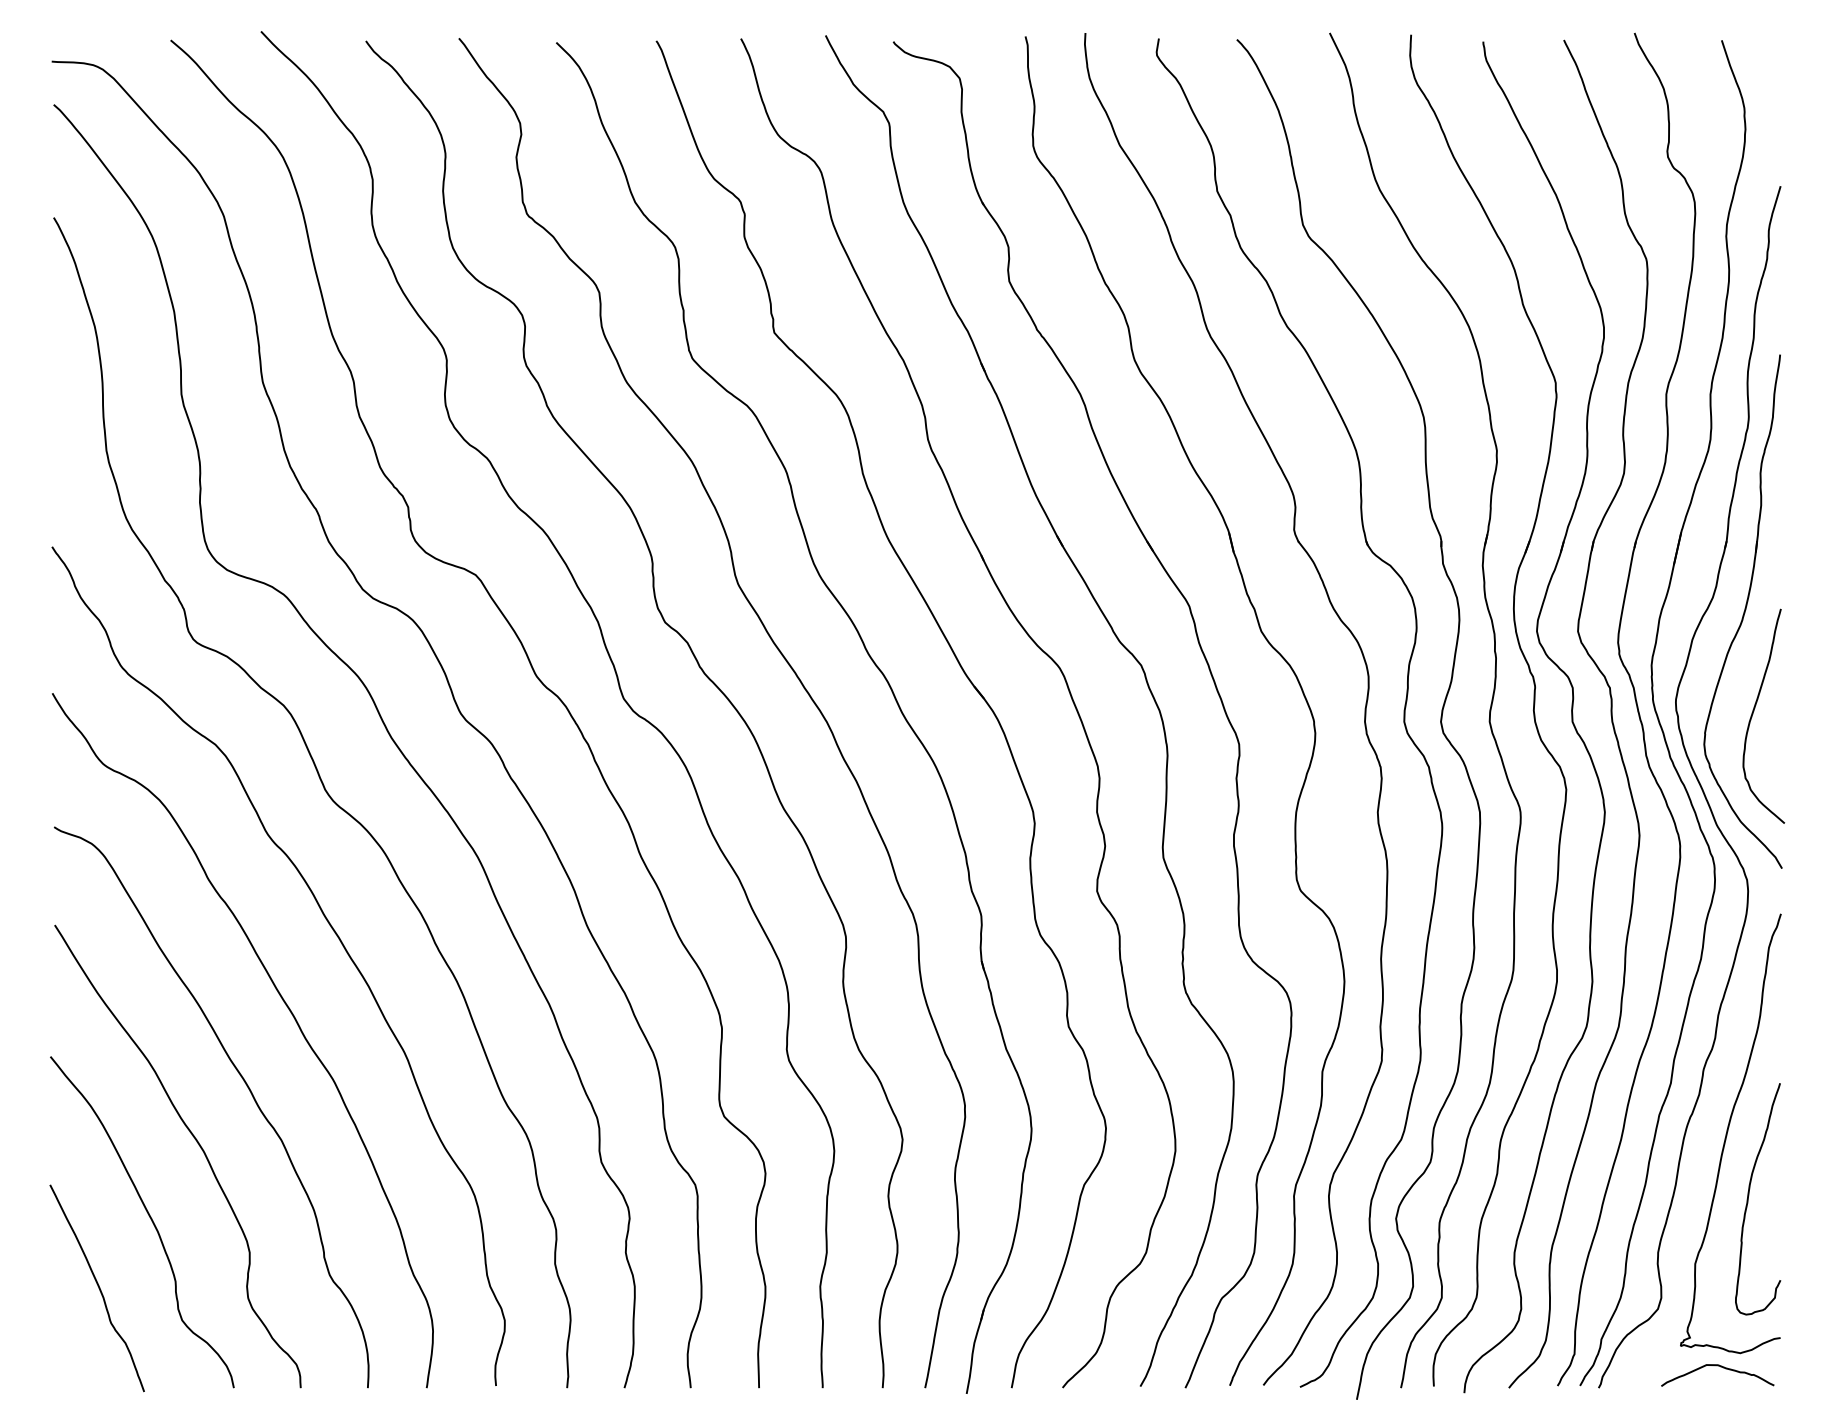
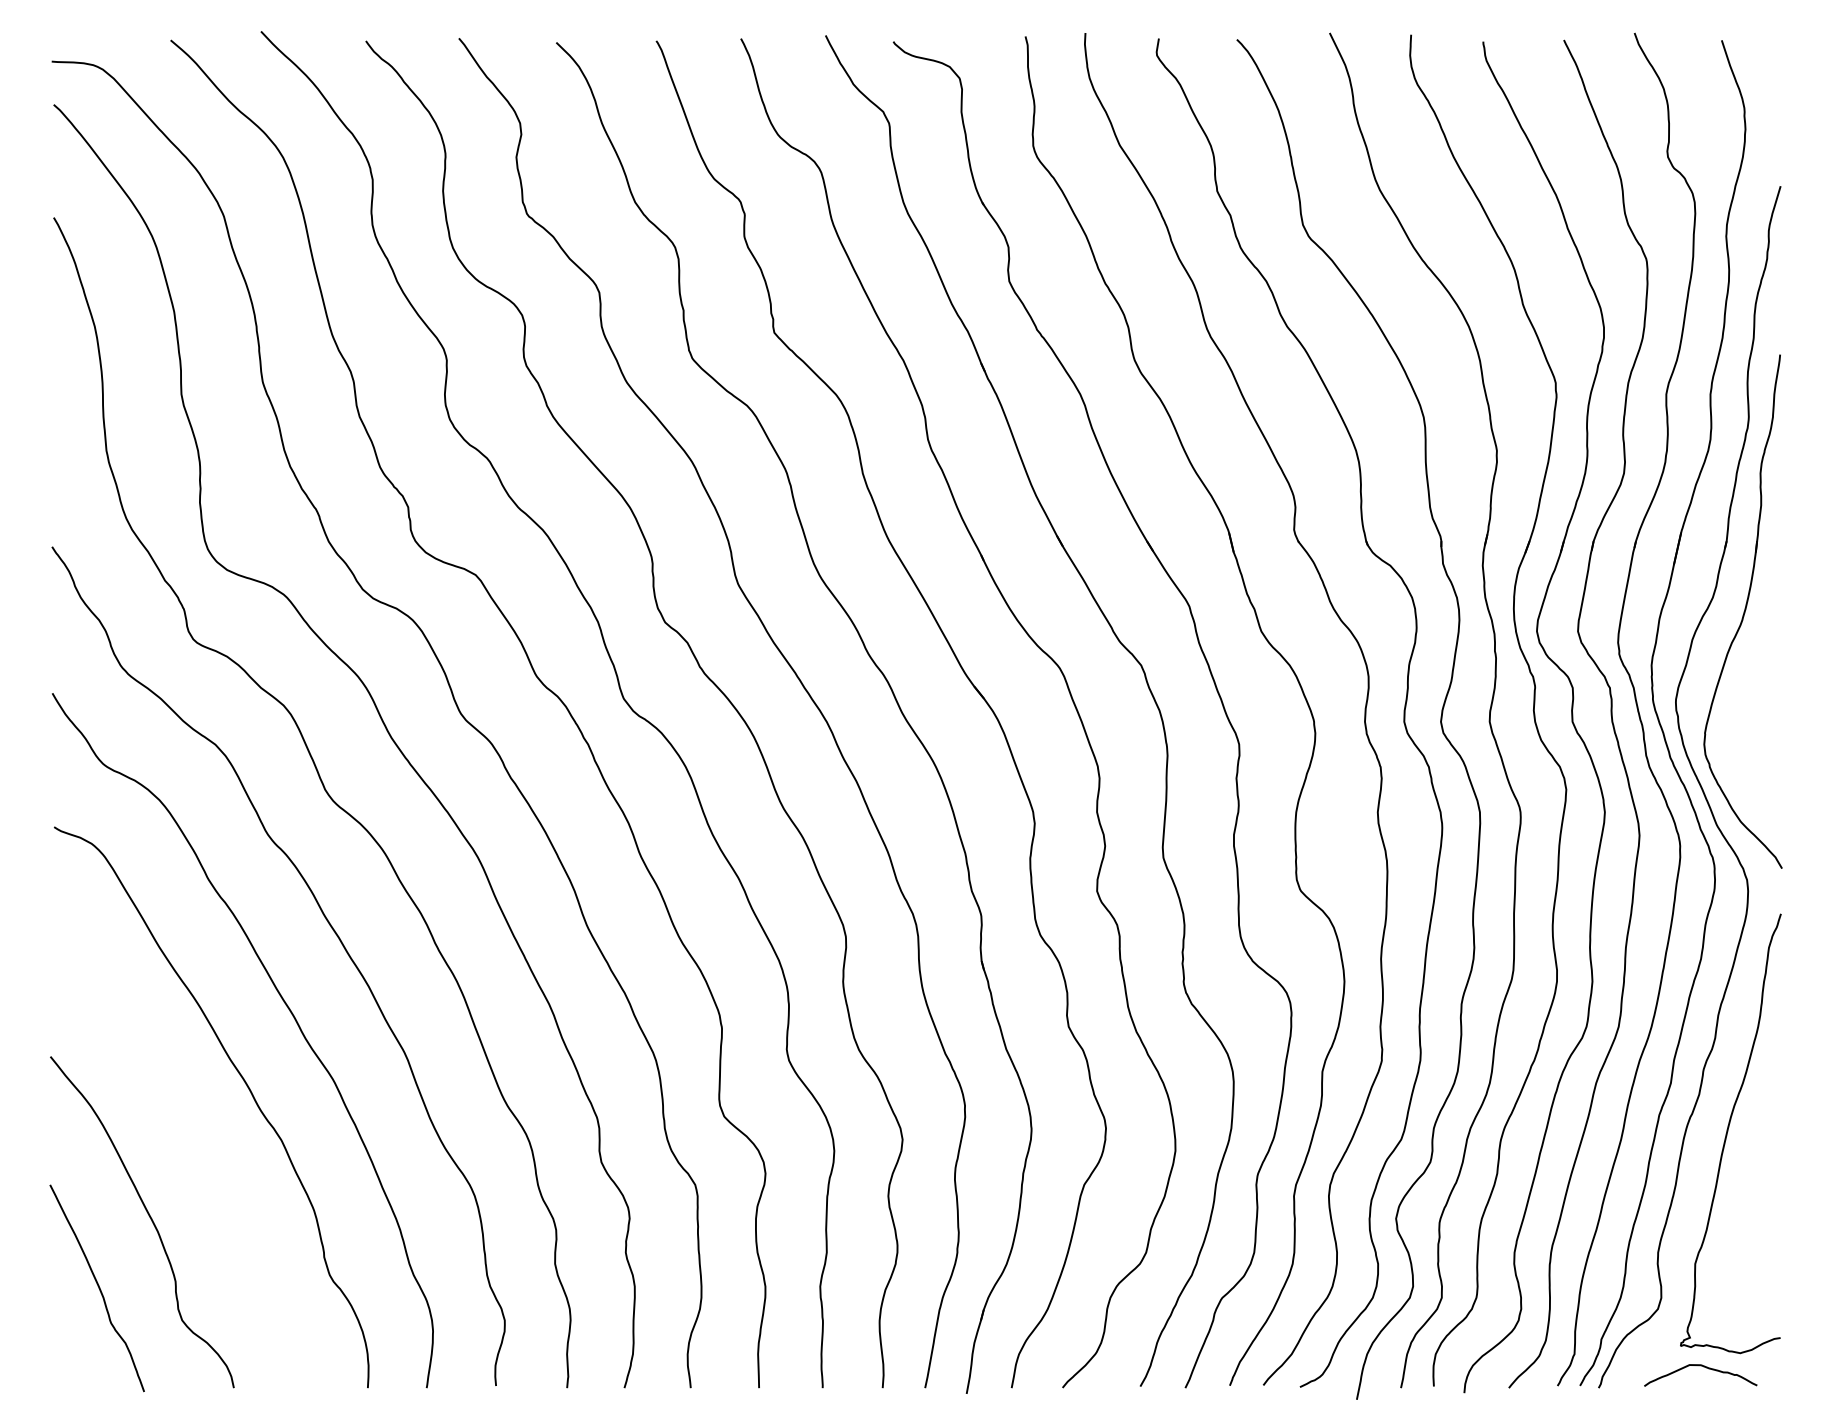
curve at (1754, 711): present -> none
curve at (196, 1142): present -> none
curve at (1749, 1195): present -> none
curve at (1720, 1367) position: (1720, 1367) -> (1703, 1367)
